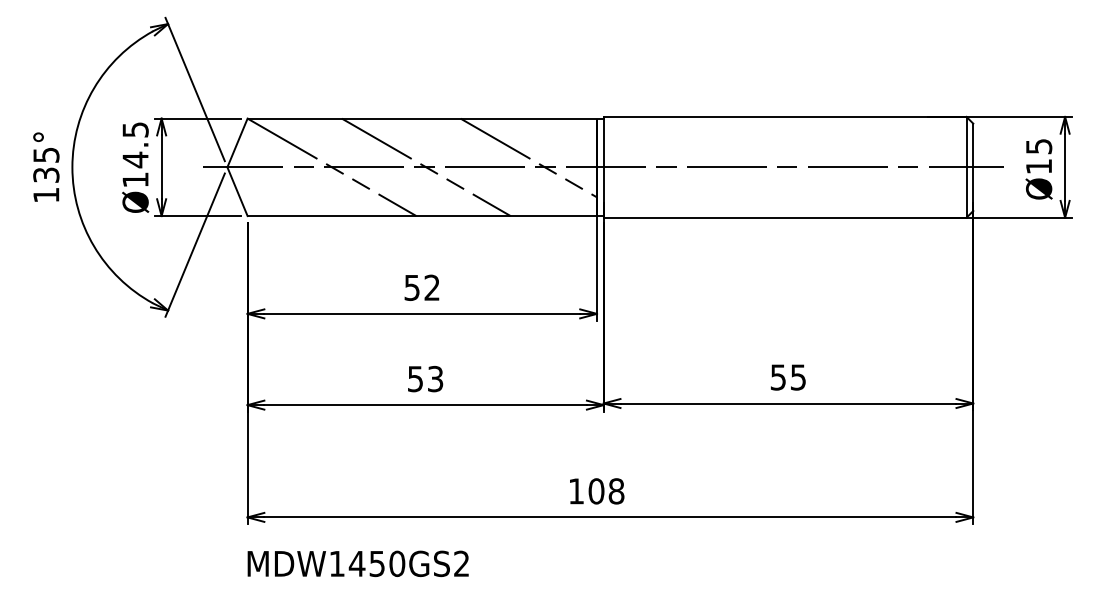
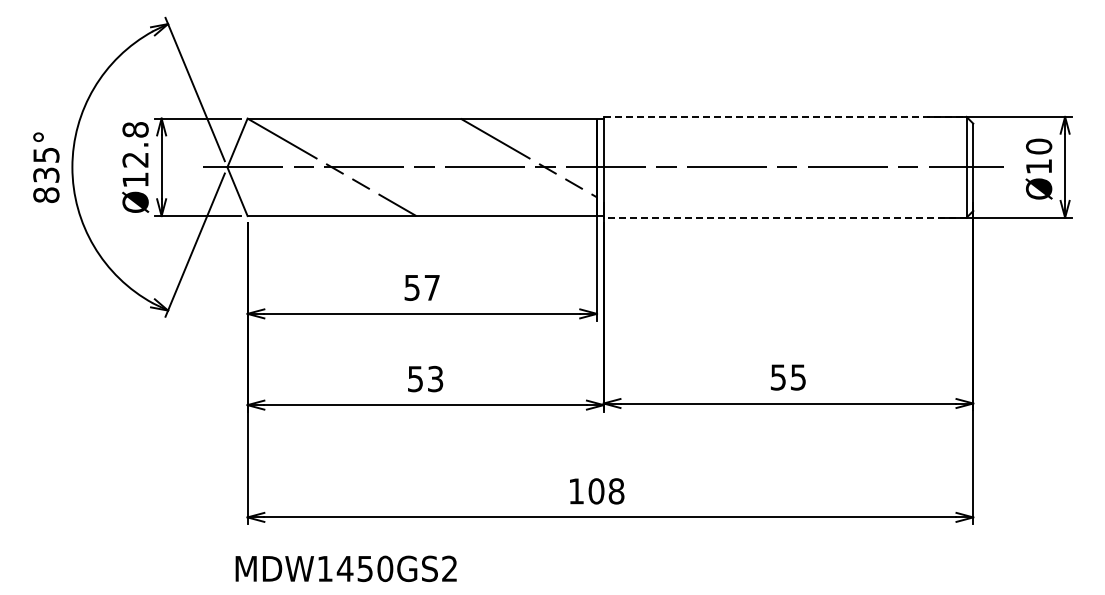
line at (785, 116): solid -> dashed
text at (135, 145): Ø14.5 -> Ø12.8
text at (1039, 146): Ø15 -> Ø10
line at (425, 167): present -> none
text at (46, 195): 135° -> 835°
line at (784, 217): solid -> dashed
text at (431, 287): 52 -> 57
text at (357, 563) position: (357, 563) -> (345, 568)
